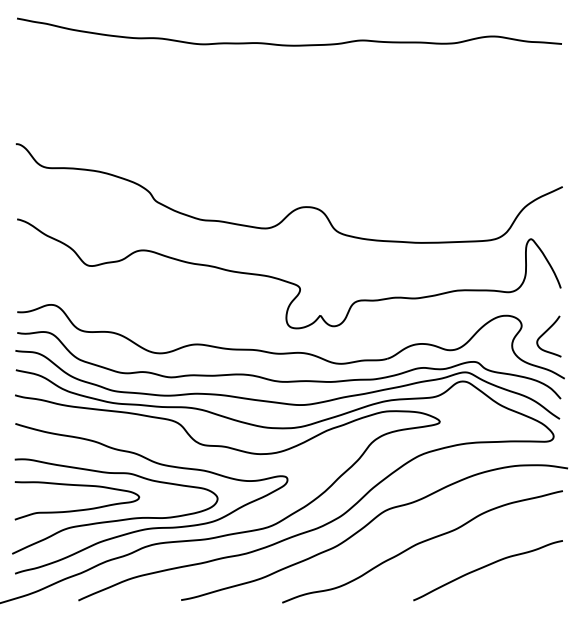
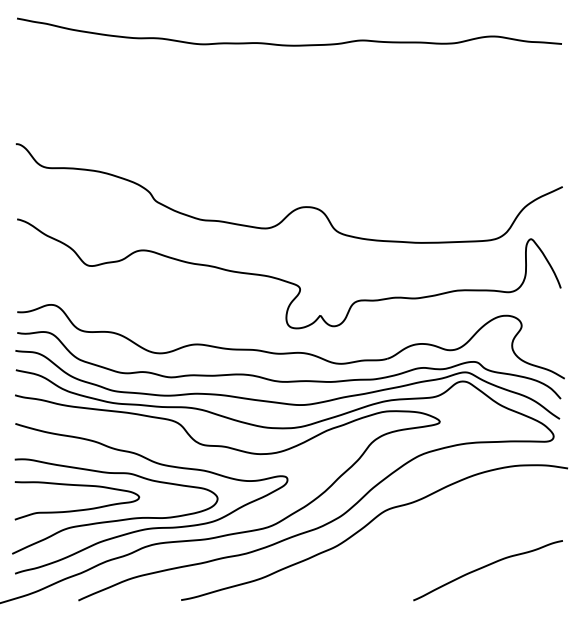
curve at (545, 333): present -> none
curve at (421, 543): present -> none
